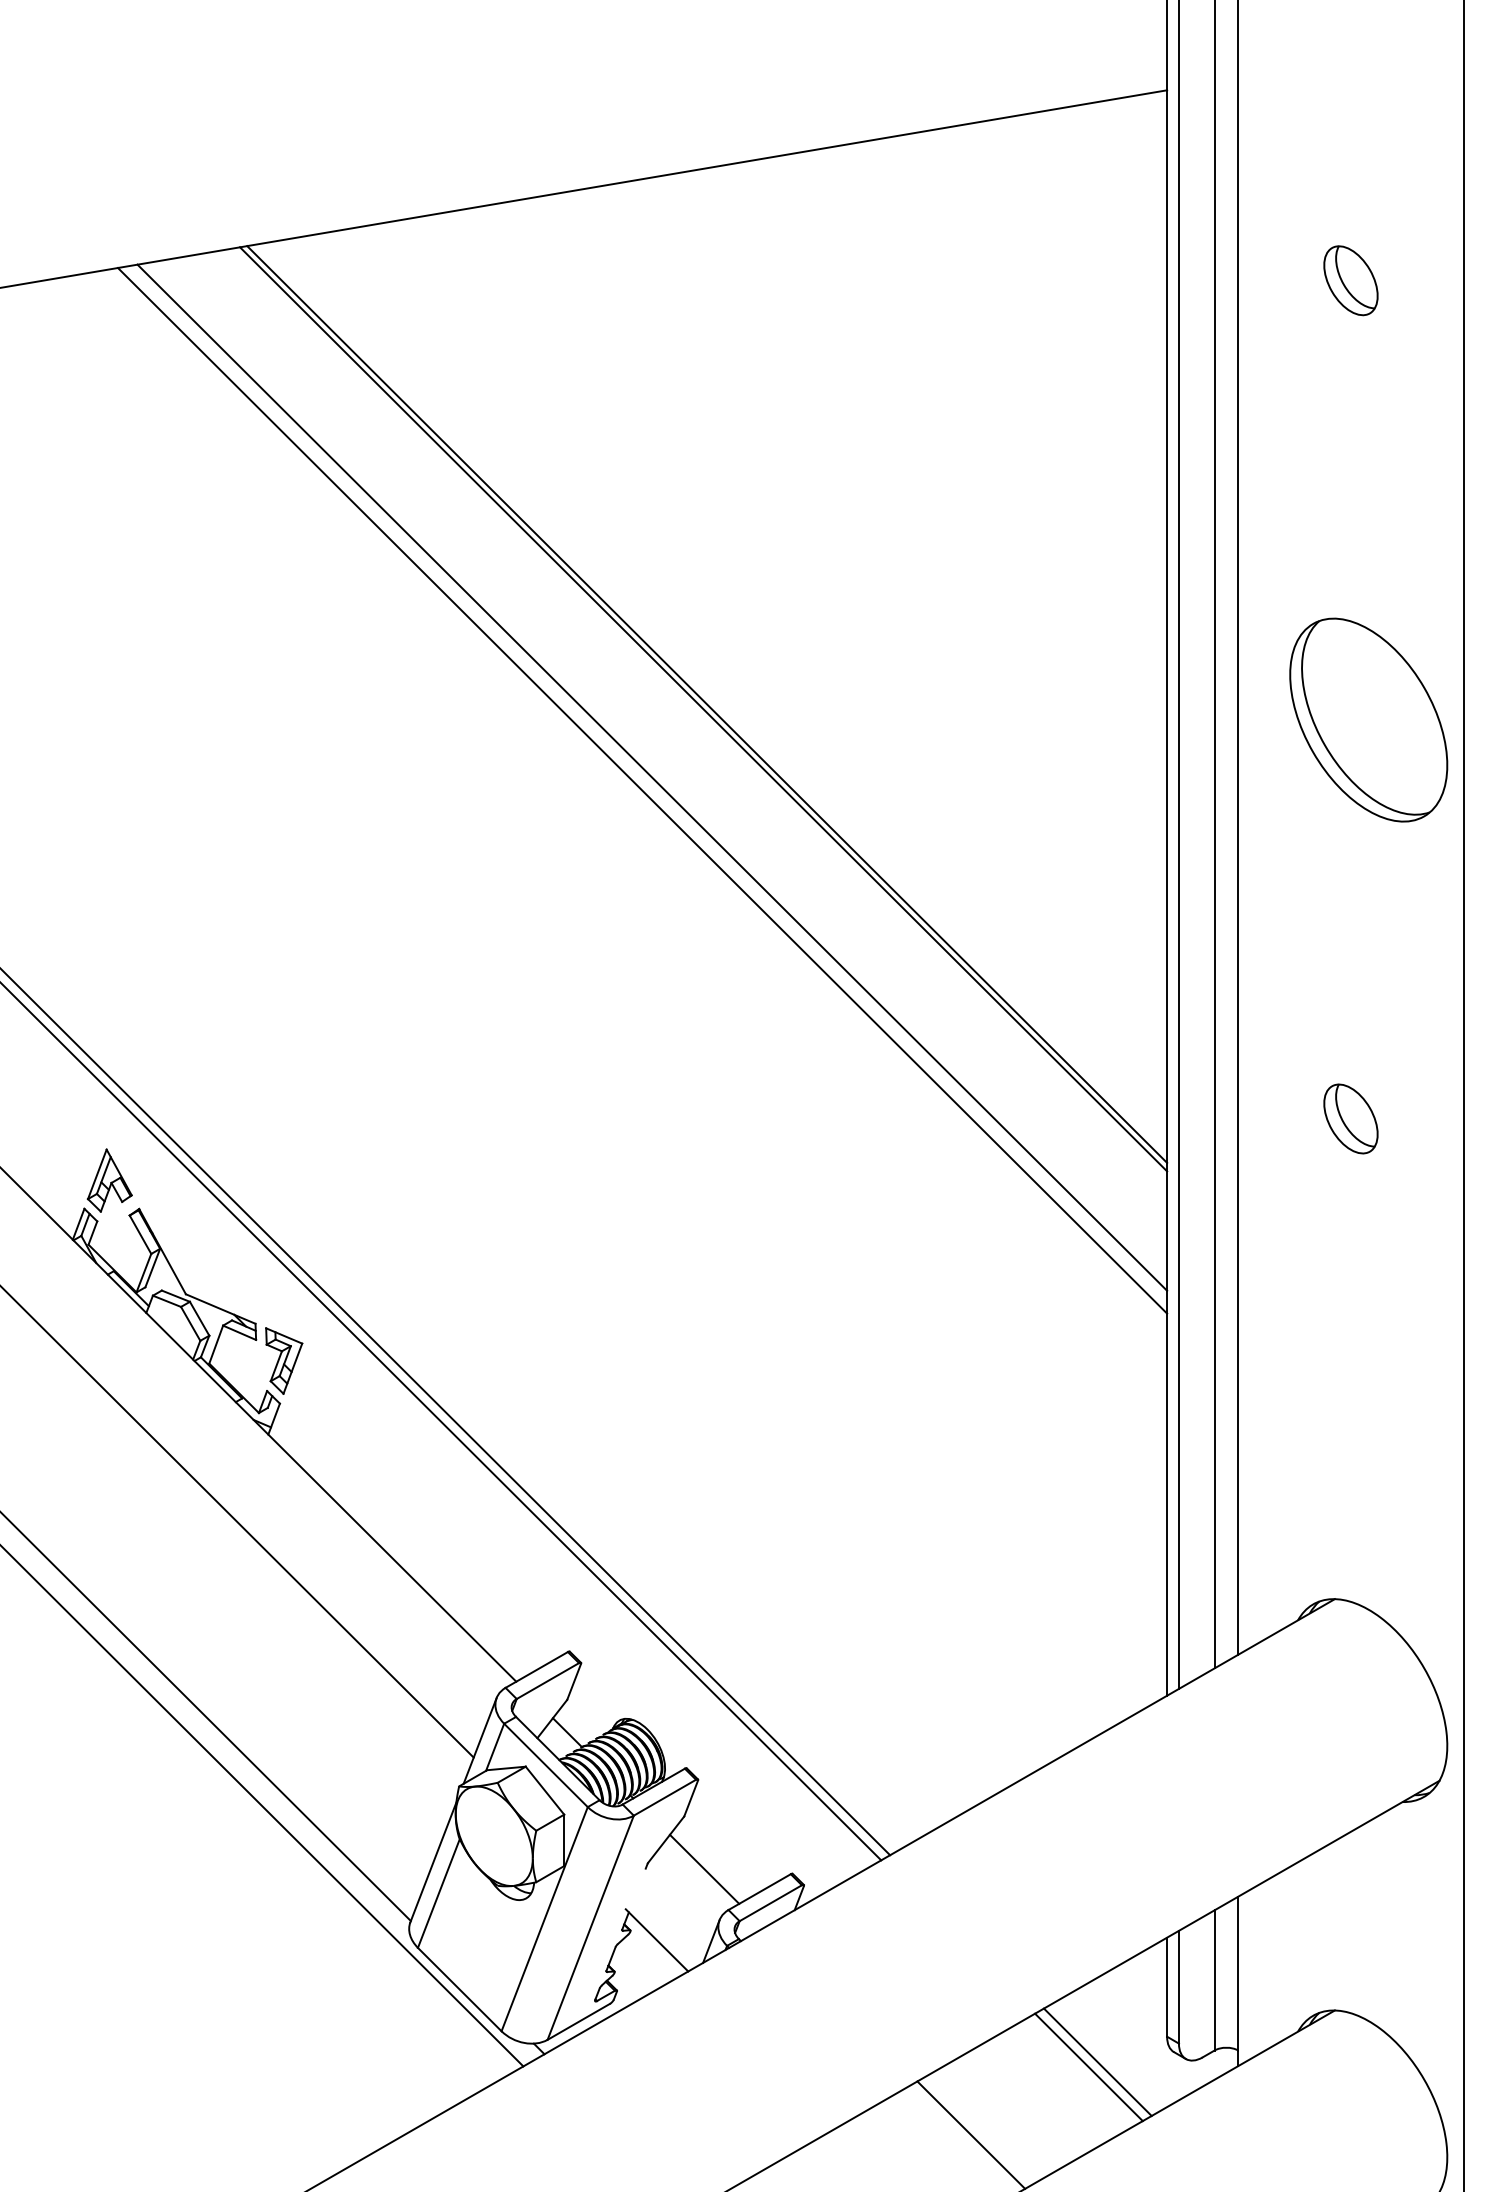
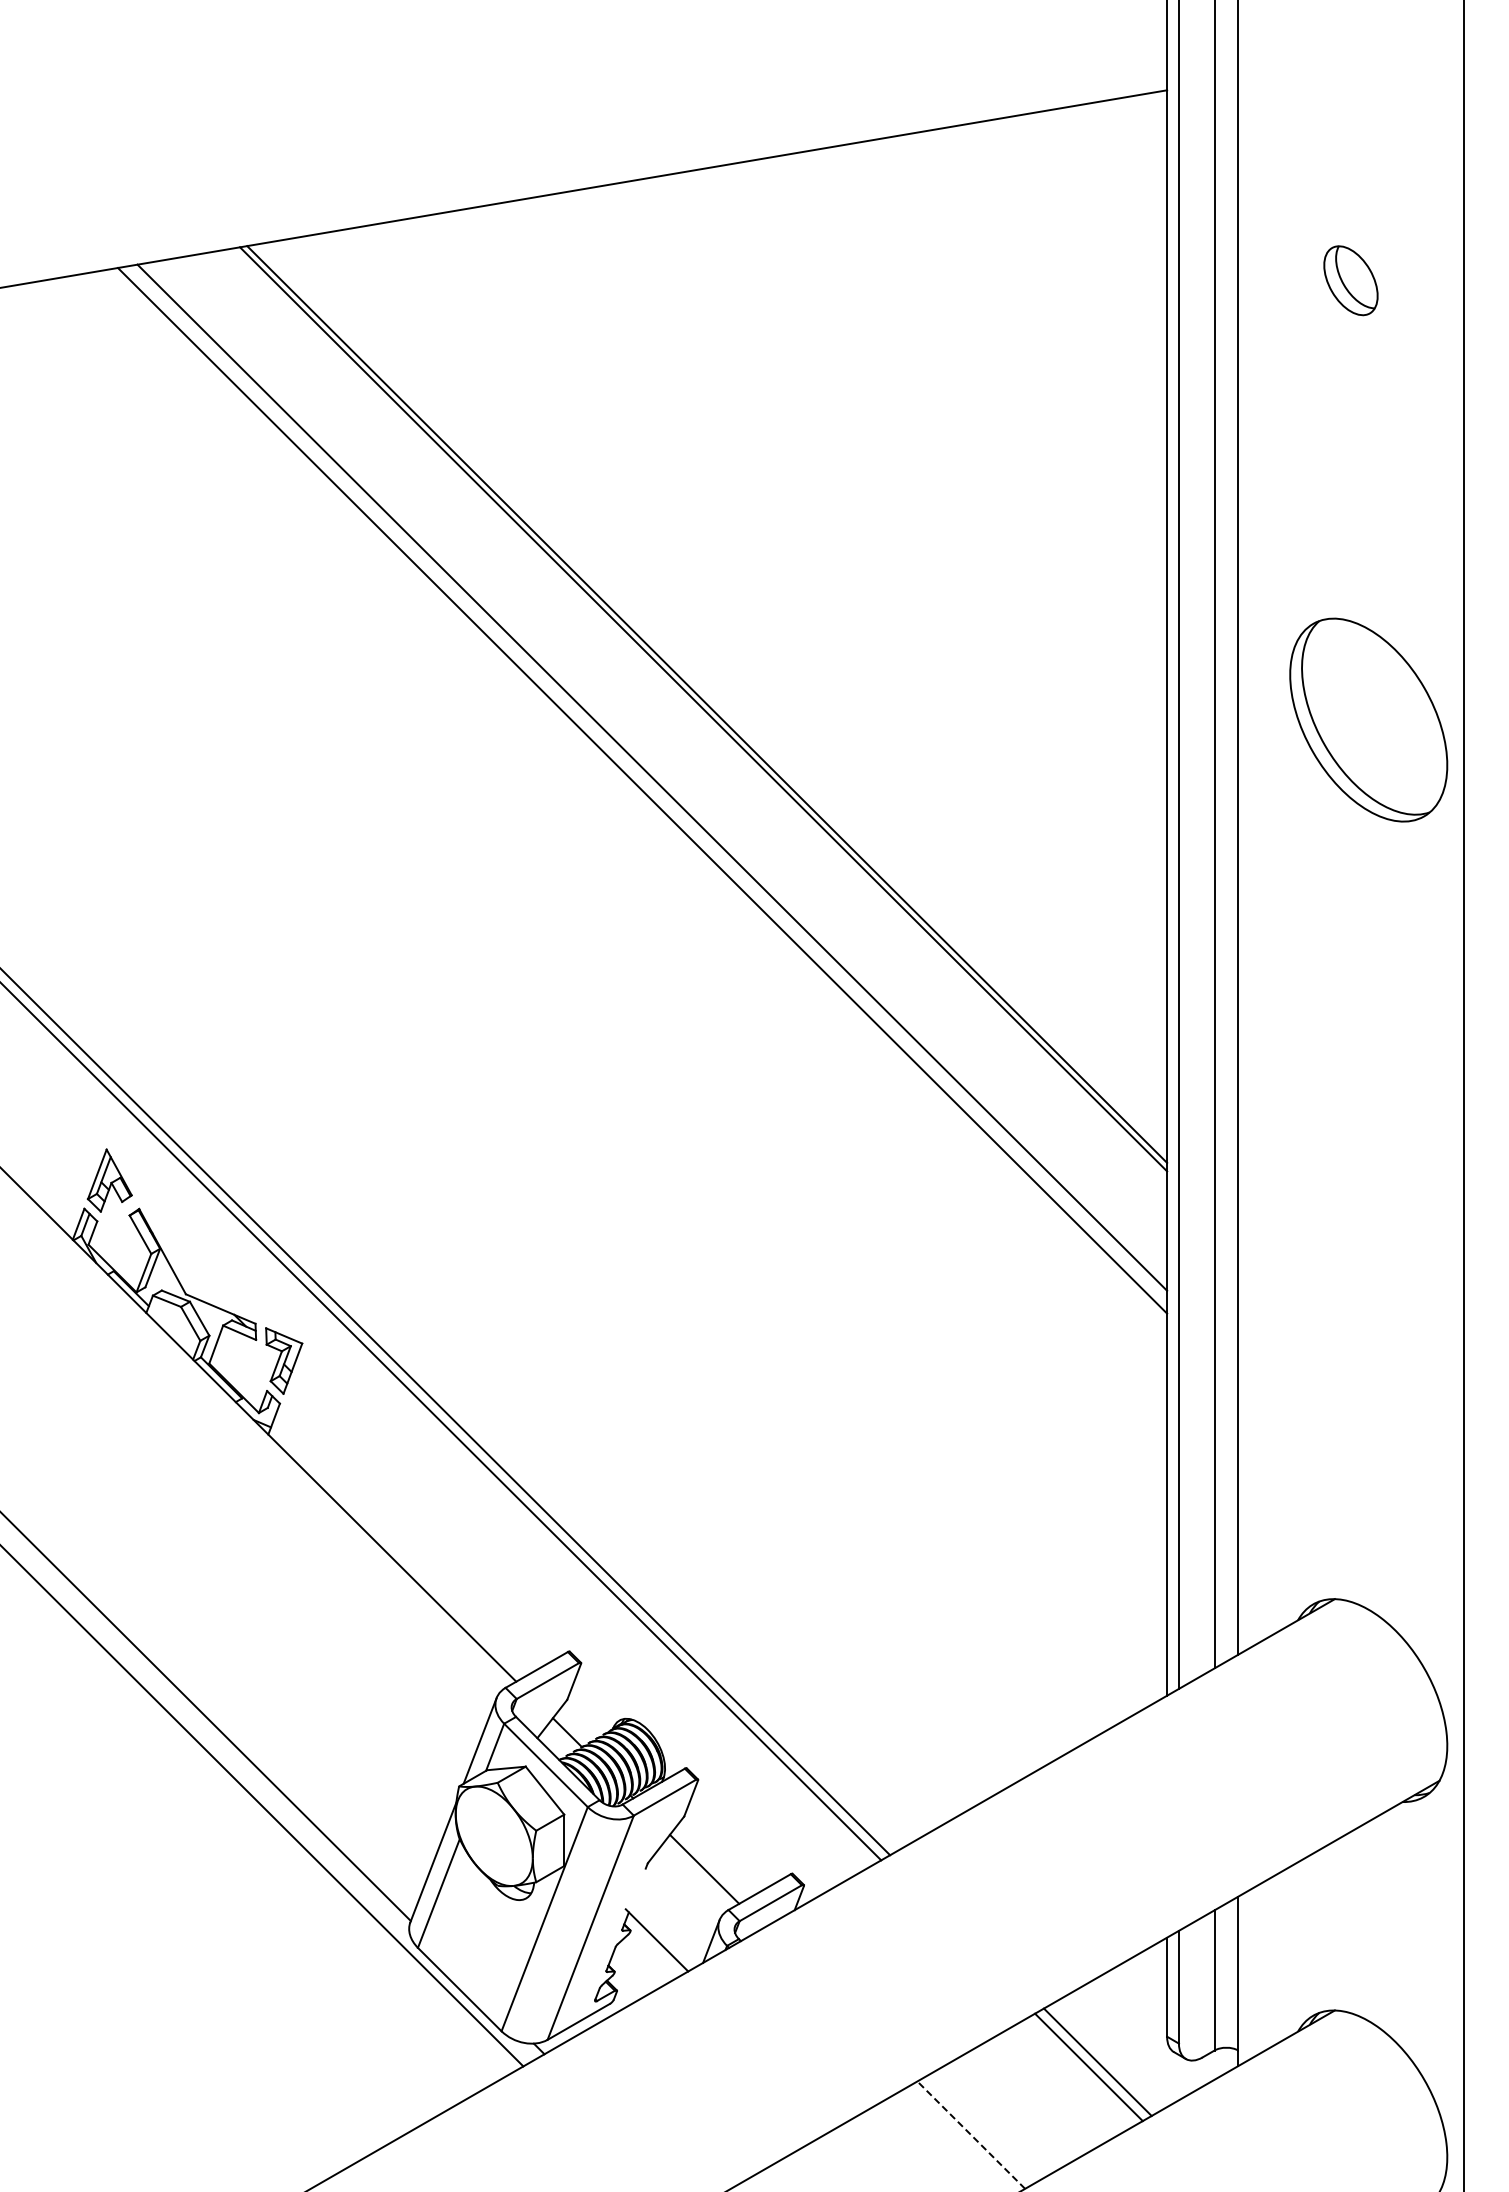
part at (1350, 1118): present -> none
line at (237, 1522): present -> none
line at (970, 2134): solid -> dashed
